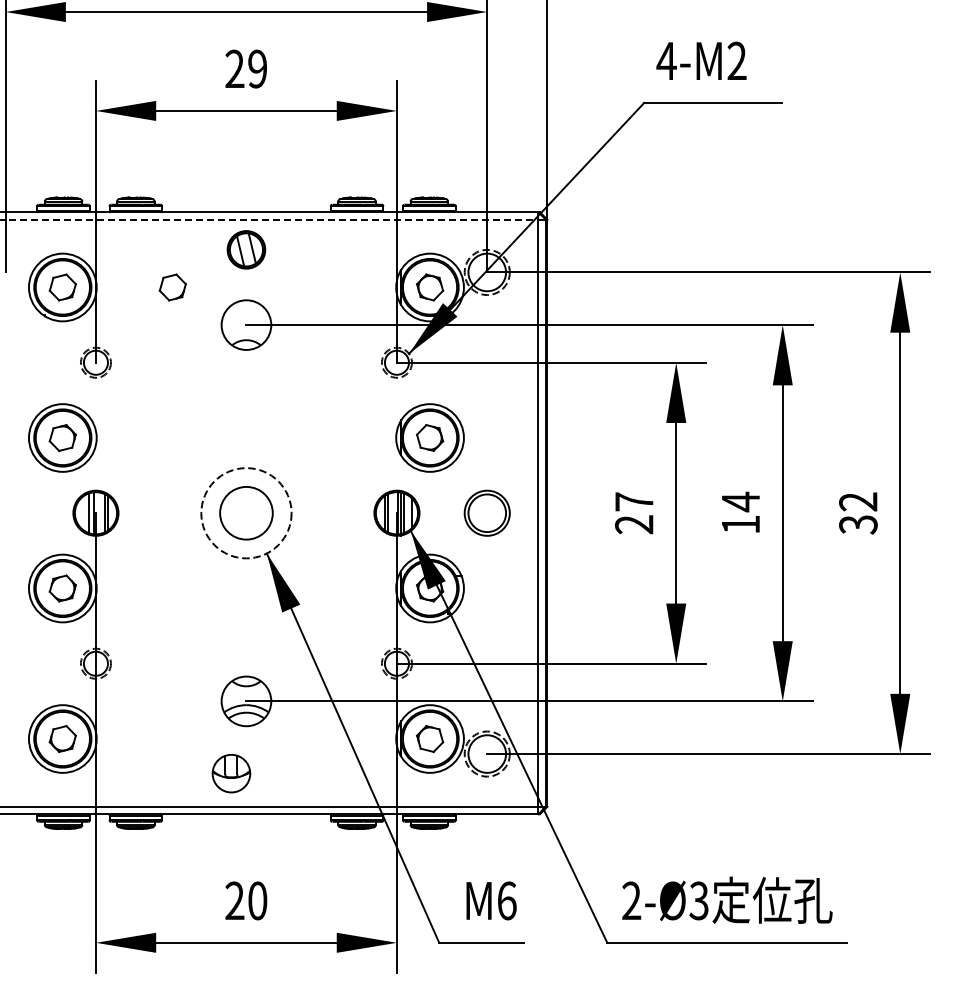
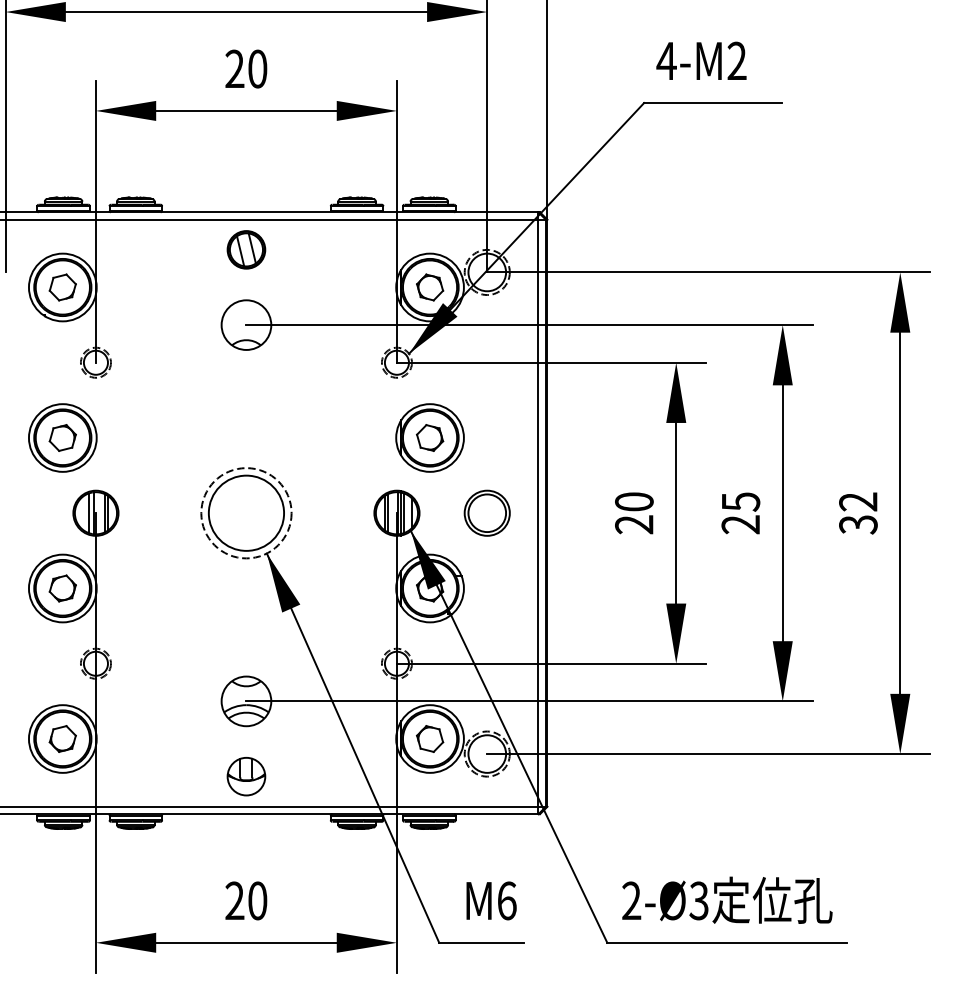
text at (257, 68): 29 -> 20
line at (269, 219): dashed -> solid
part at (172, 287): present -> none
text at (634, 501): 27 -> 20
circle at (246, 512) diameter: 53 px -> 75 px
text at (740, 512): 14 -> 25
part at (231, 773) position: (231, 773) -> (246, 776)
